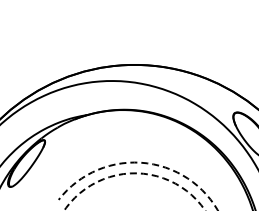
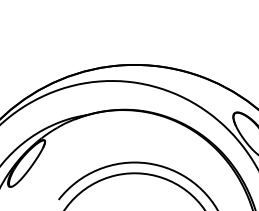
arc at (140, 162): dashed -> solid
arc at (134, 173): dashed -> solid
